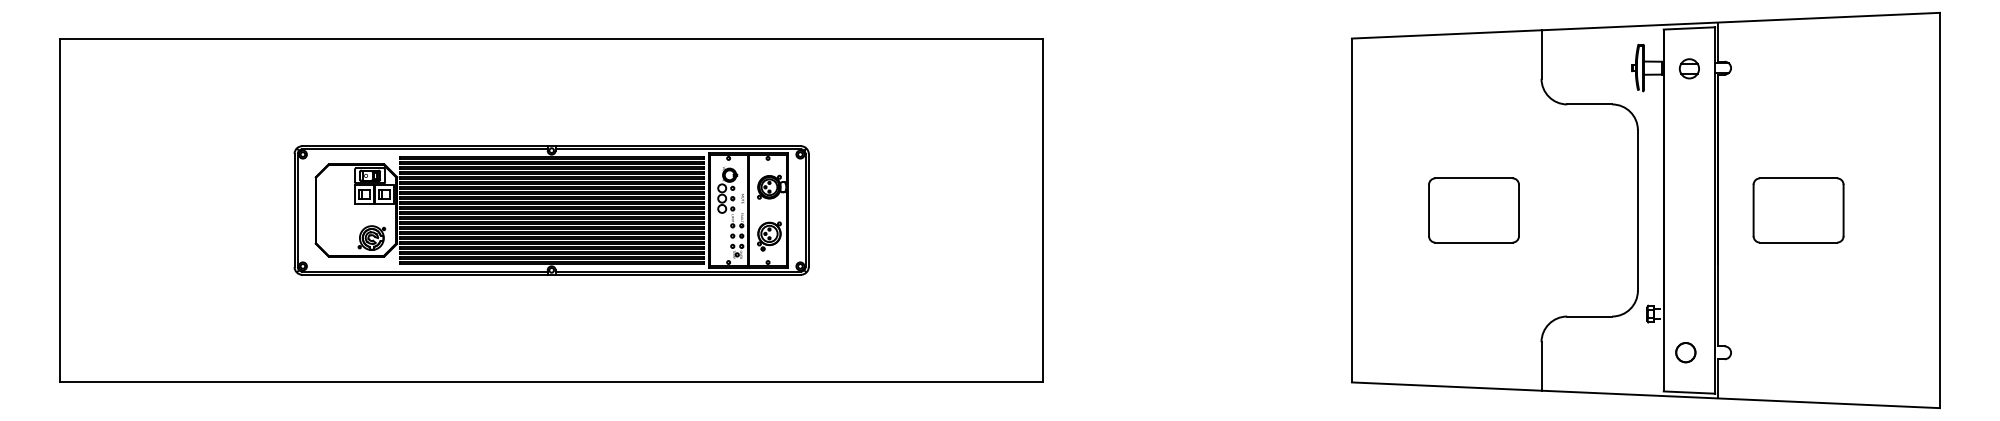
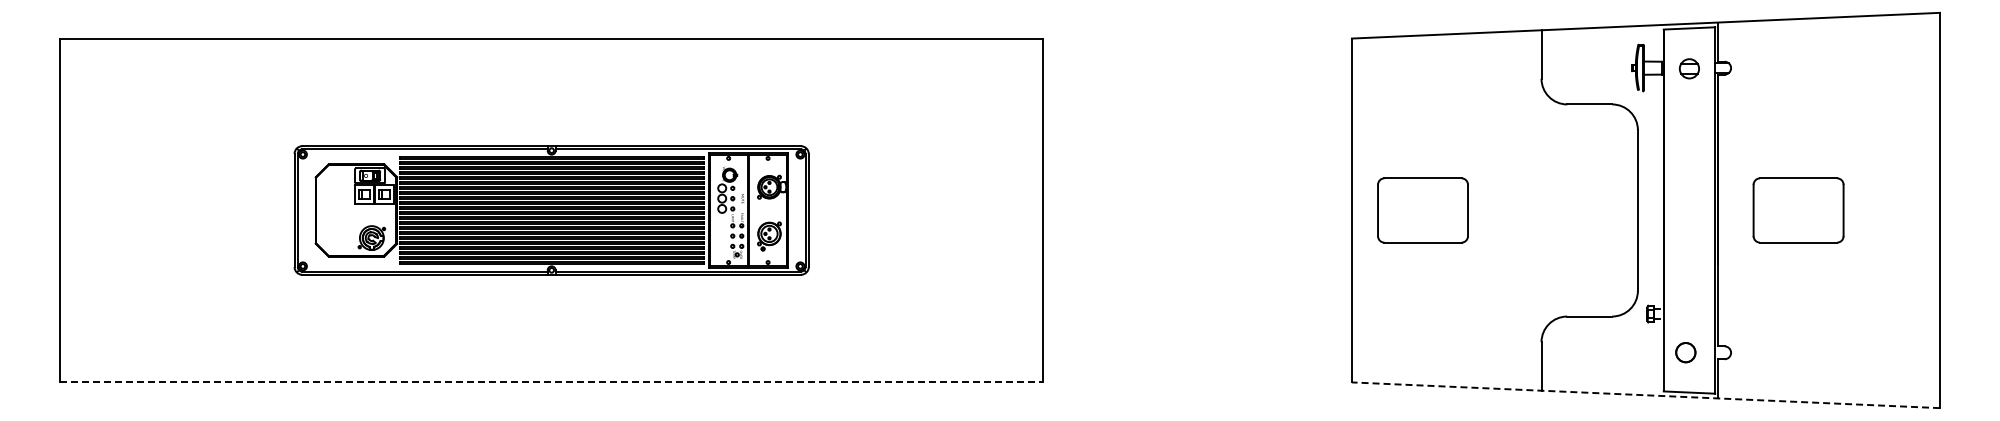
part at (1473, 210) position: (1473, 210) -> (1422, 210)
line at (551, 382): solid -> dashed
line at (1645, 395): solid -> dashed
